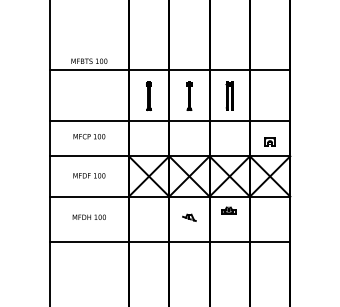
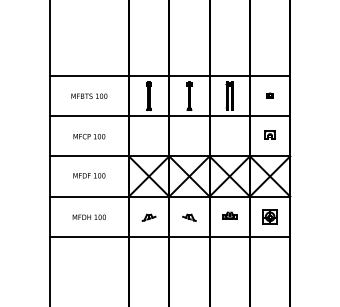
text at (89, 60) position: (89, 60) -> (89, 95)
line at (169, 69) position: (169, 69) -> (169, 75)
part at (269, 95): none -> present
line at (169, 120) position: (169, 120) -> (169, 115)
part at (269, 141) position: (269, 141) -> (269, 134)
part at (228, 210) position: (228, 210) -> (229, 215)
part at (269, 216): none -> present
part at (148, 217): none -> present
line at (169, 242) position: (169, 242) -> (169, 237)
